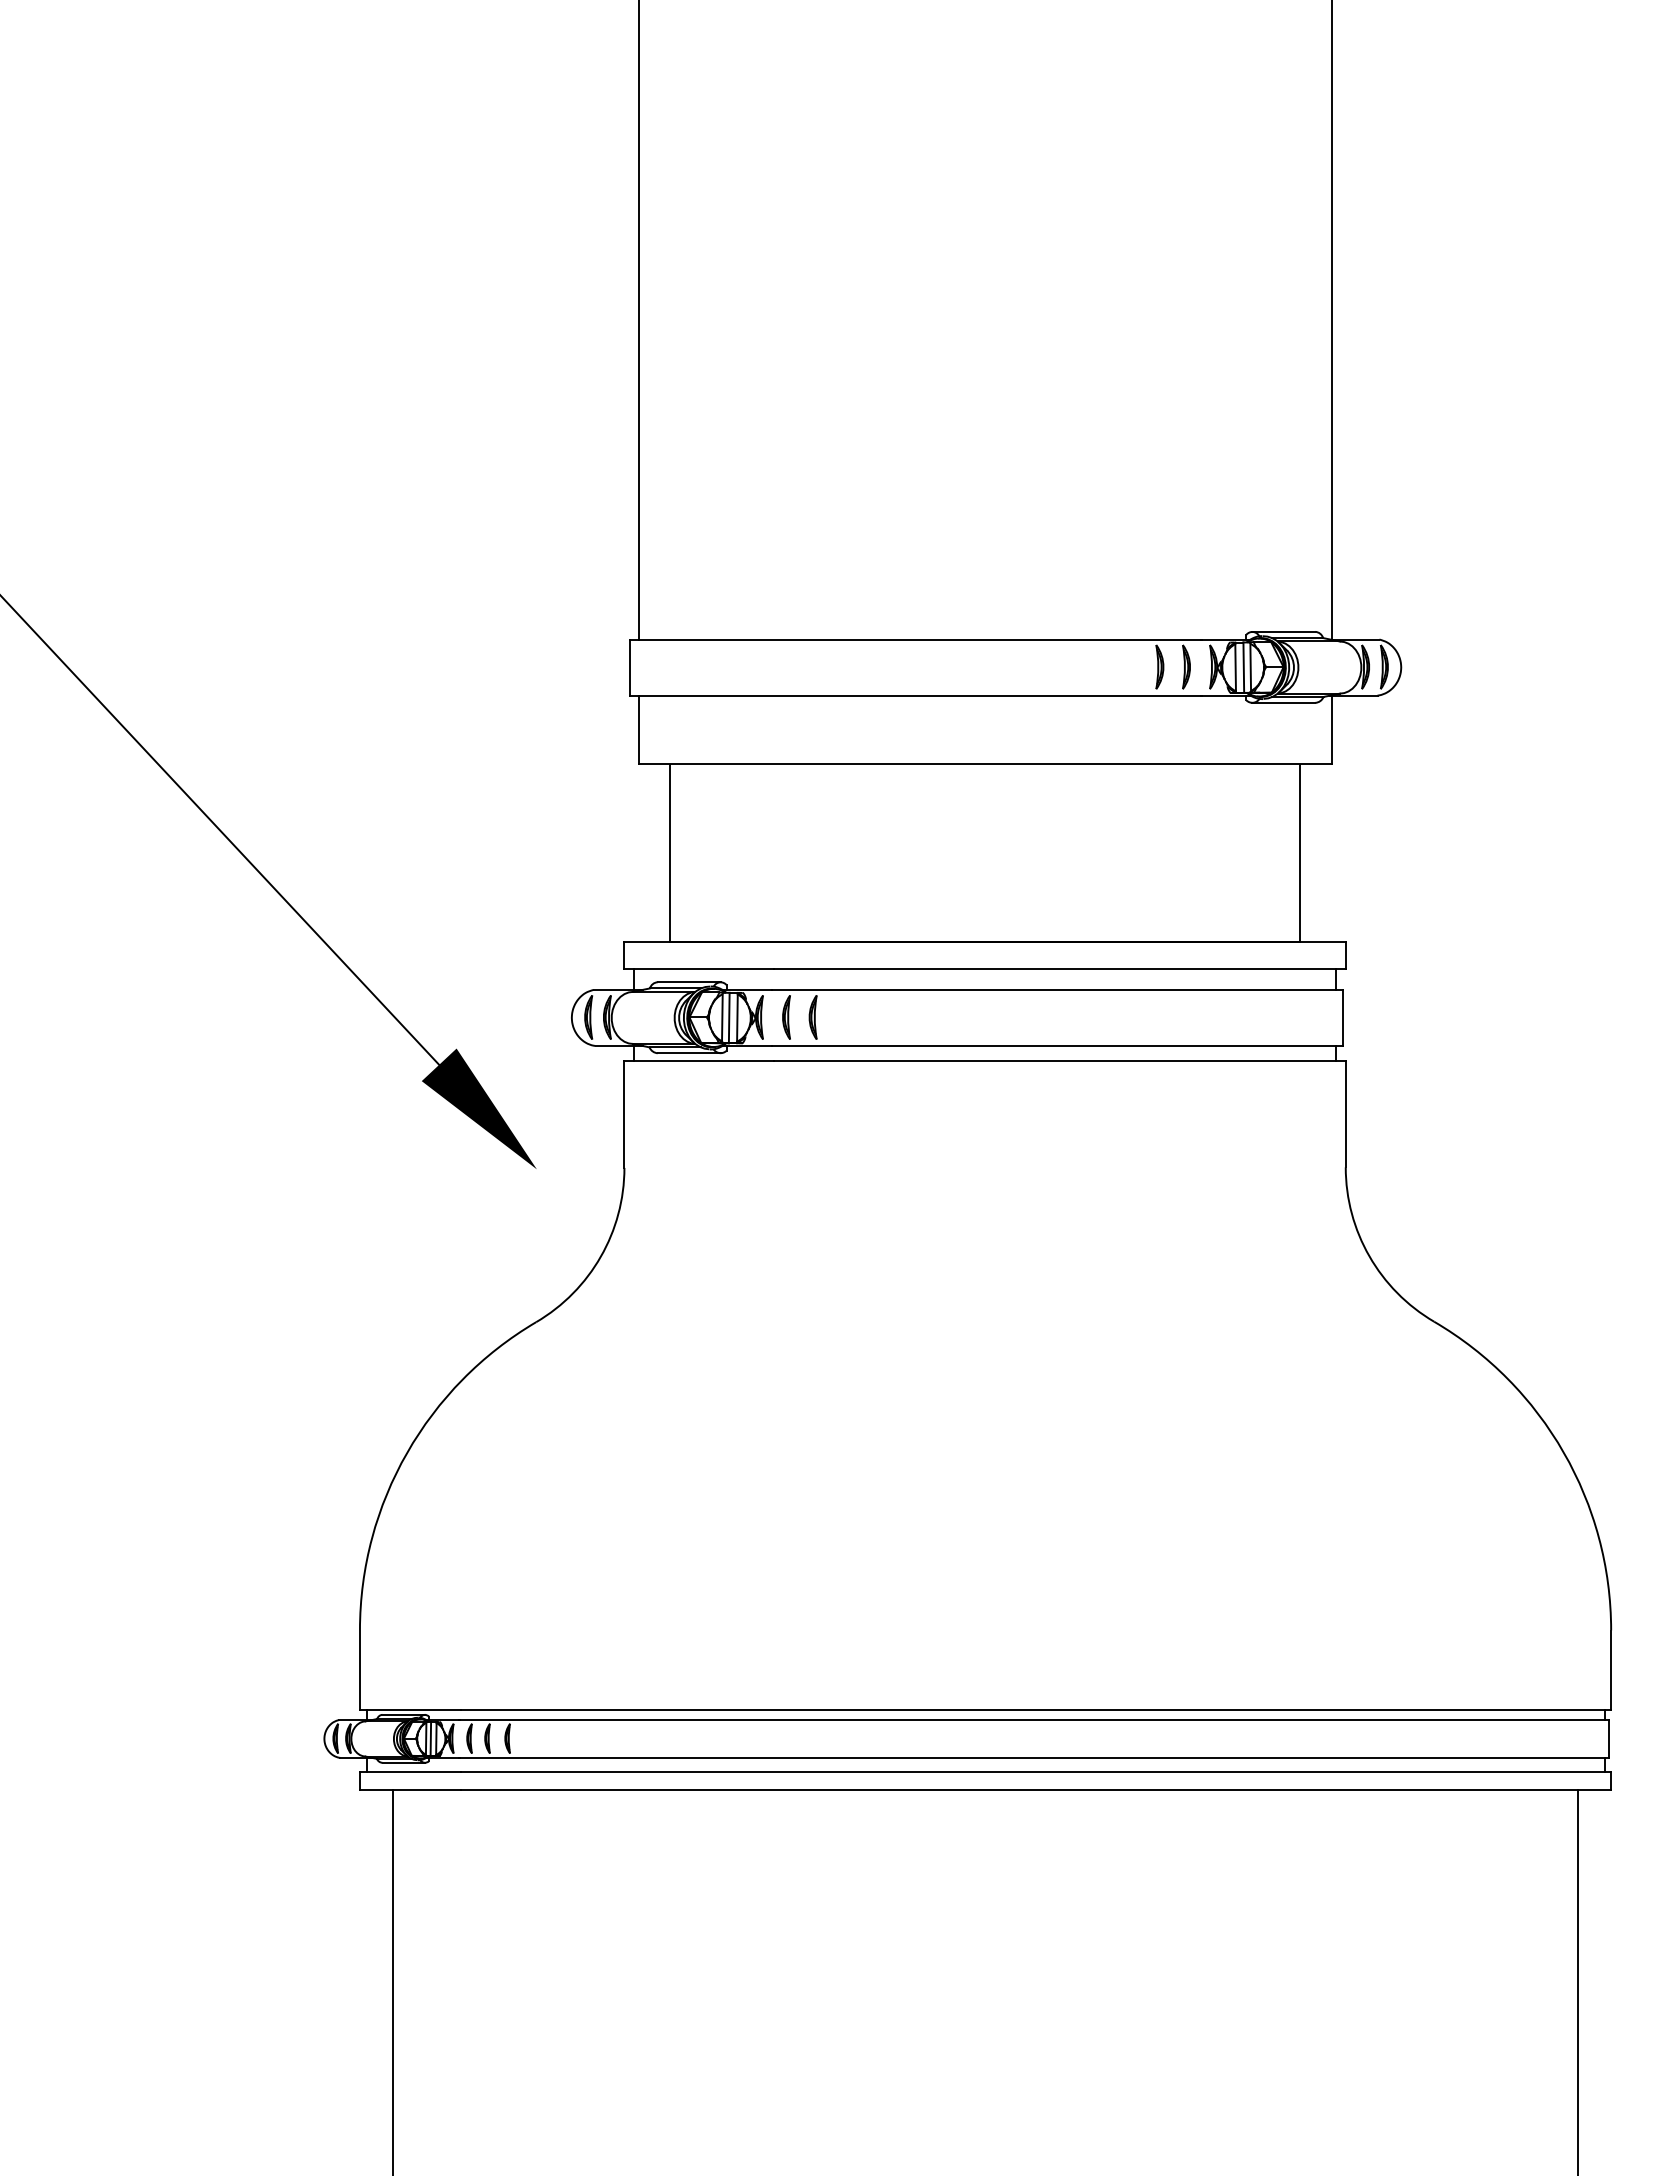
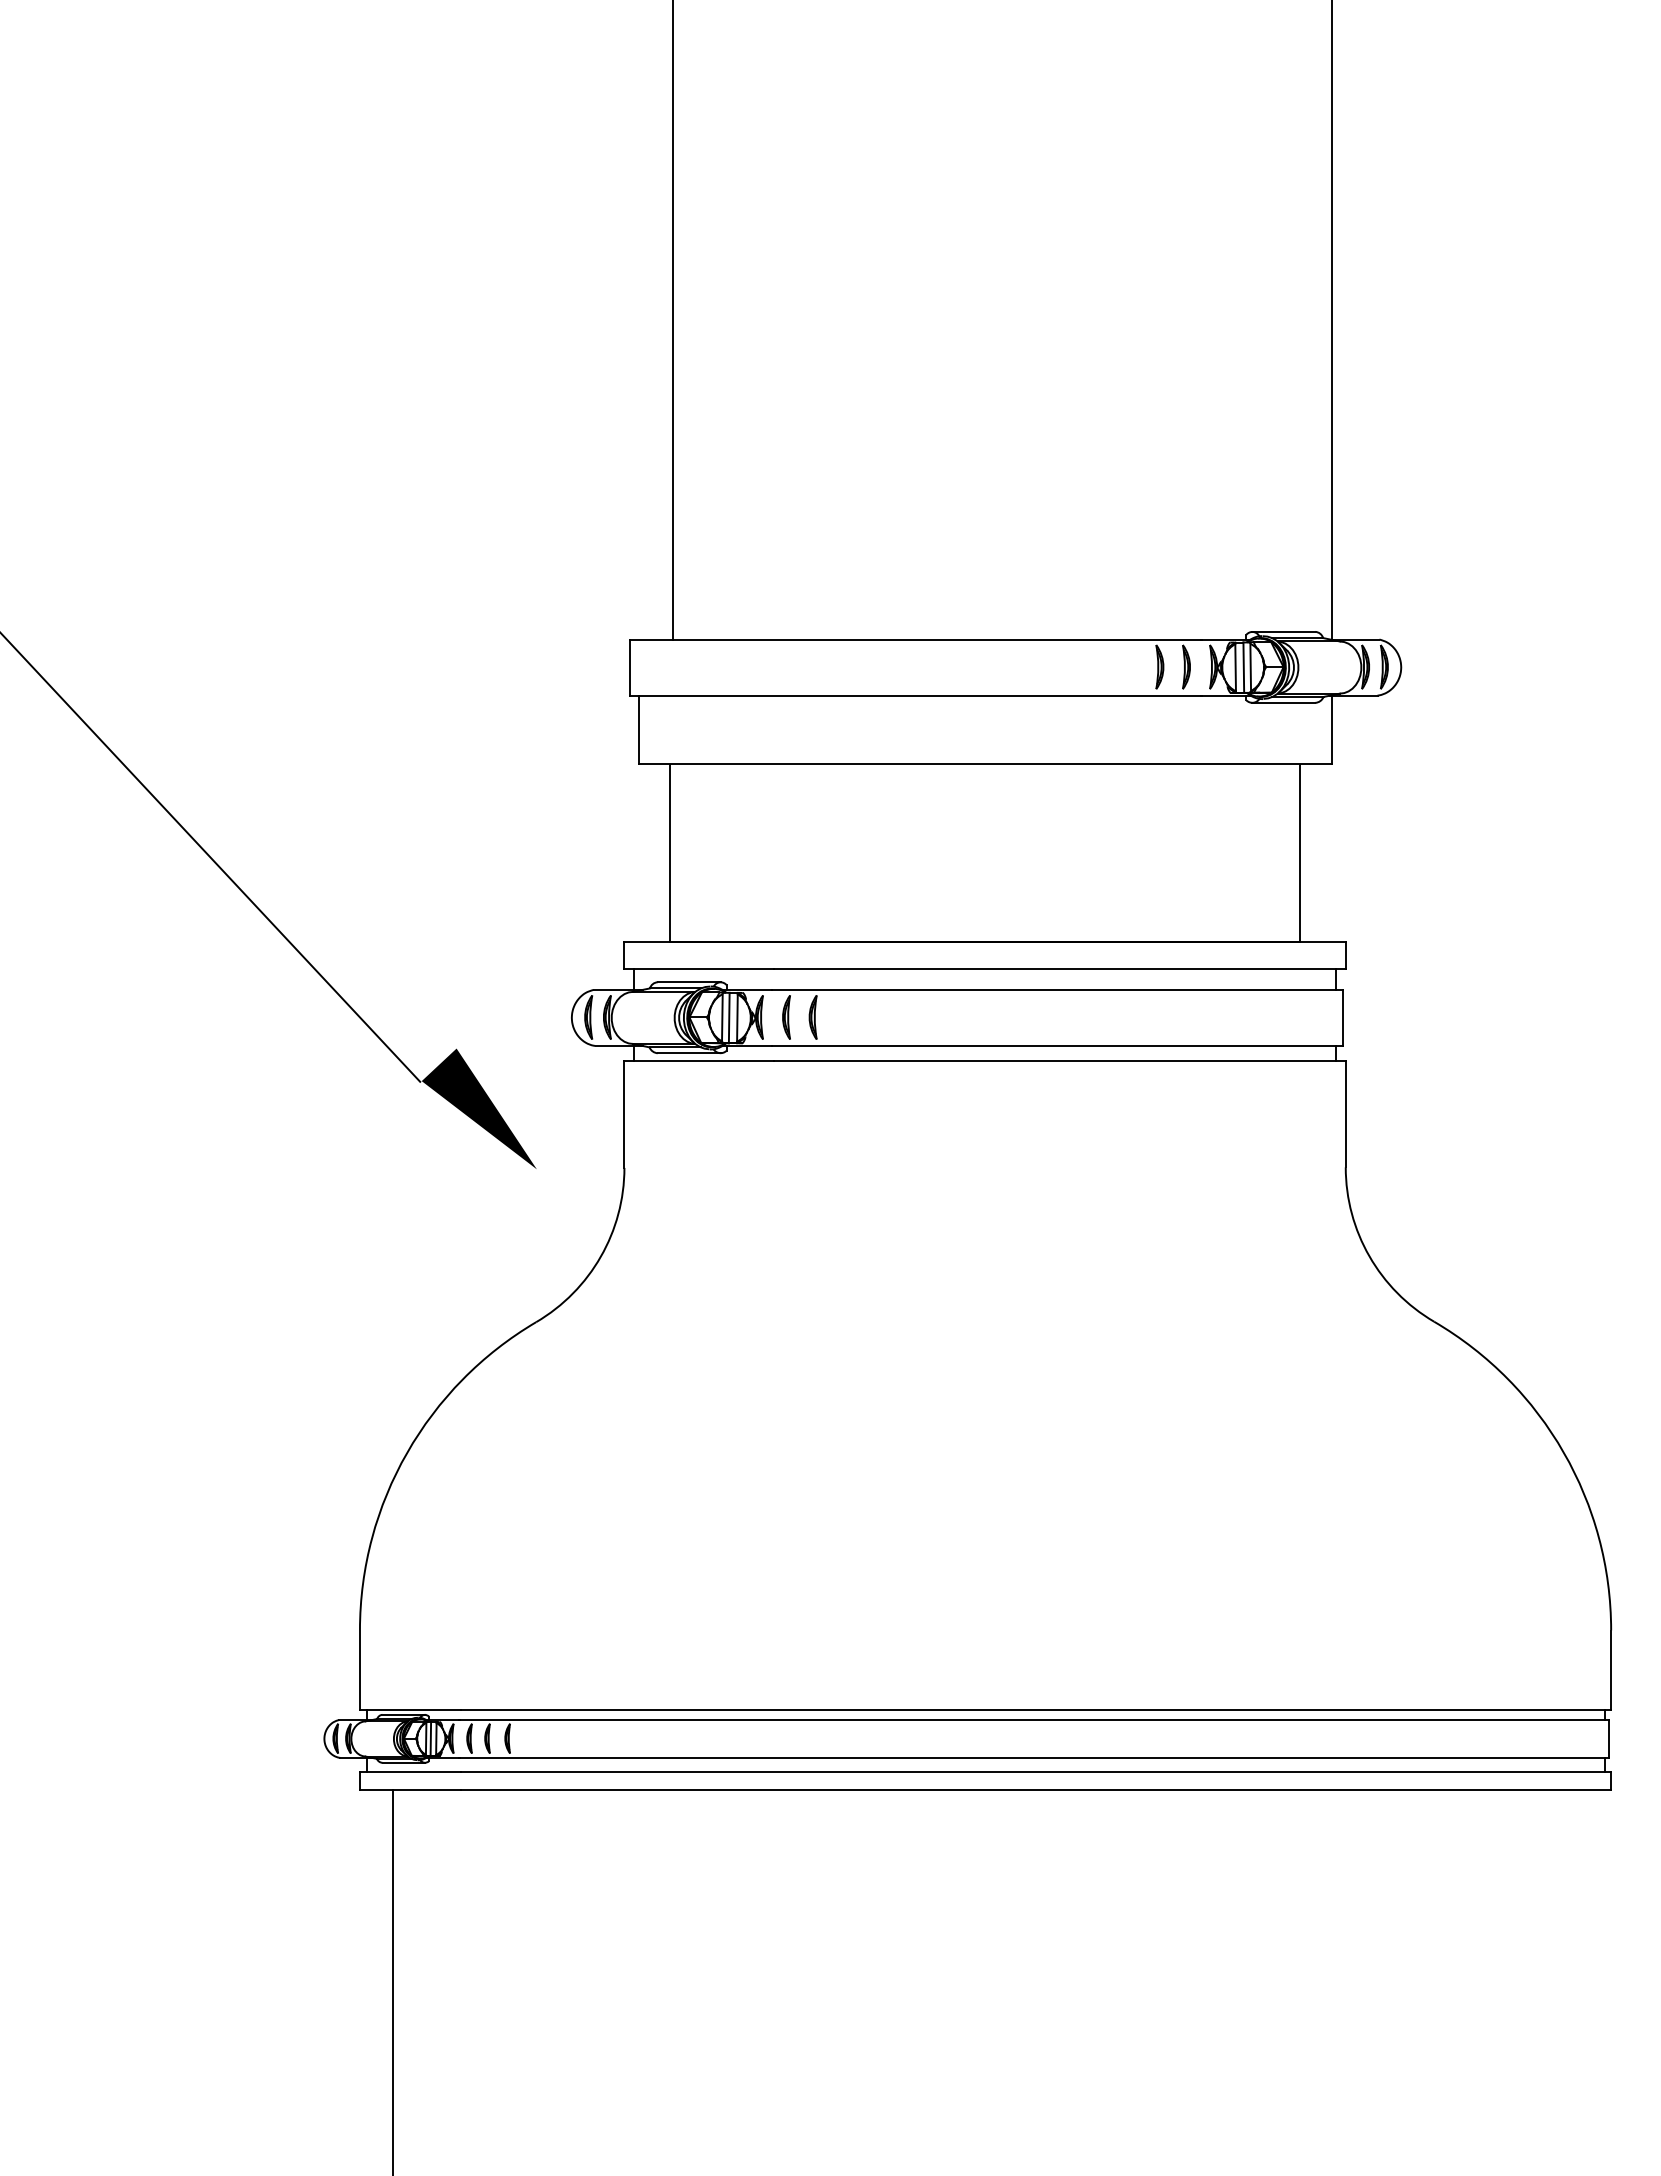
line at (639, 320) position: (639, 320) -> (673, 320)
line at (220, 830) position: (220, 830) -> (211, 857)
line at (1578, 1981): present -> none
